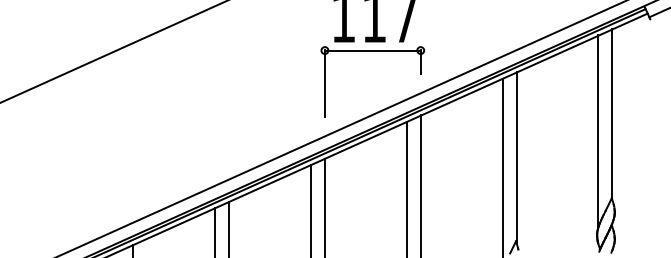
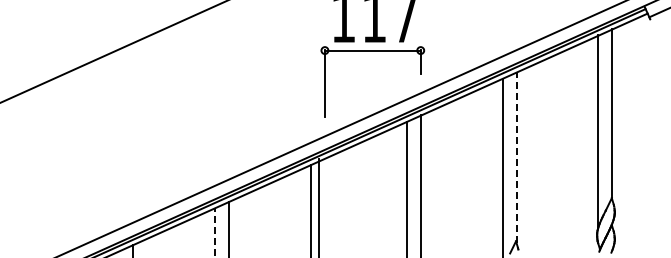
line at (516, 157): solid -> dashed
line at (324, 206) position: (324, 206) -> (318, 206)
line at (215, 232): solid -> dashed
